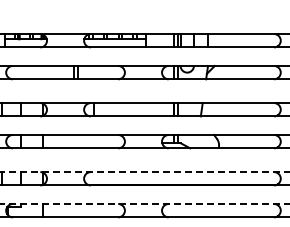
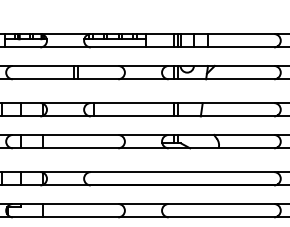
line at (144, 172): dashed -> solid
line at (144, 204): dashed -> solid
